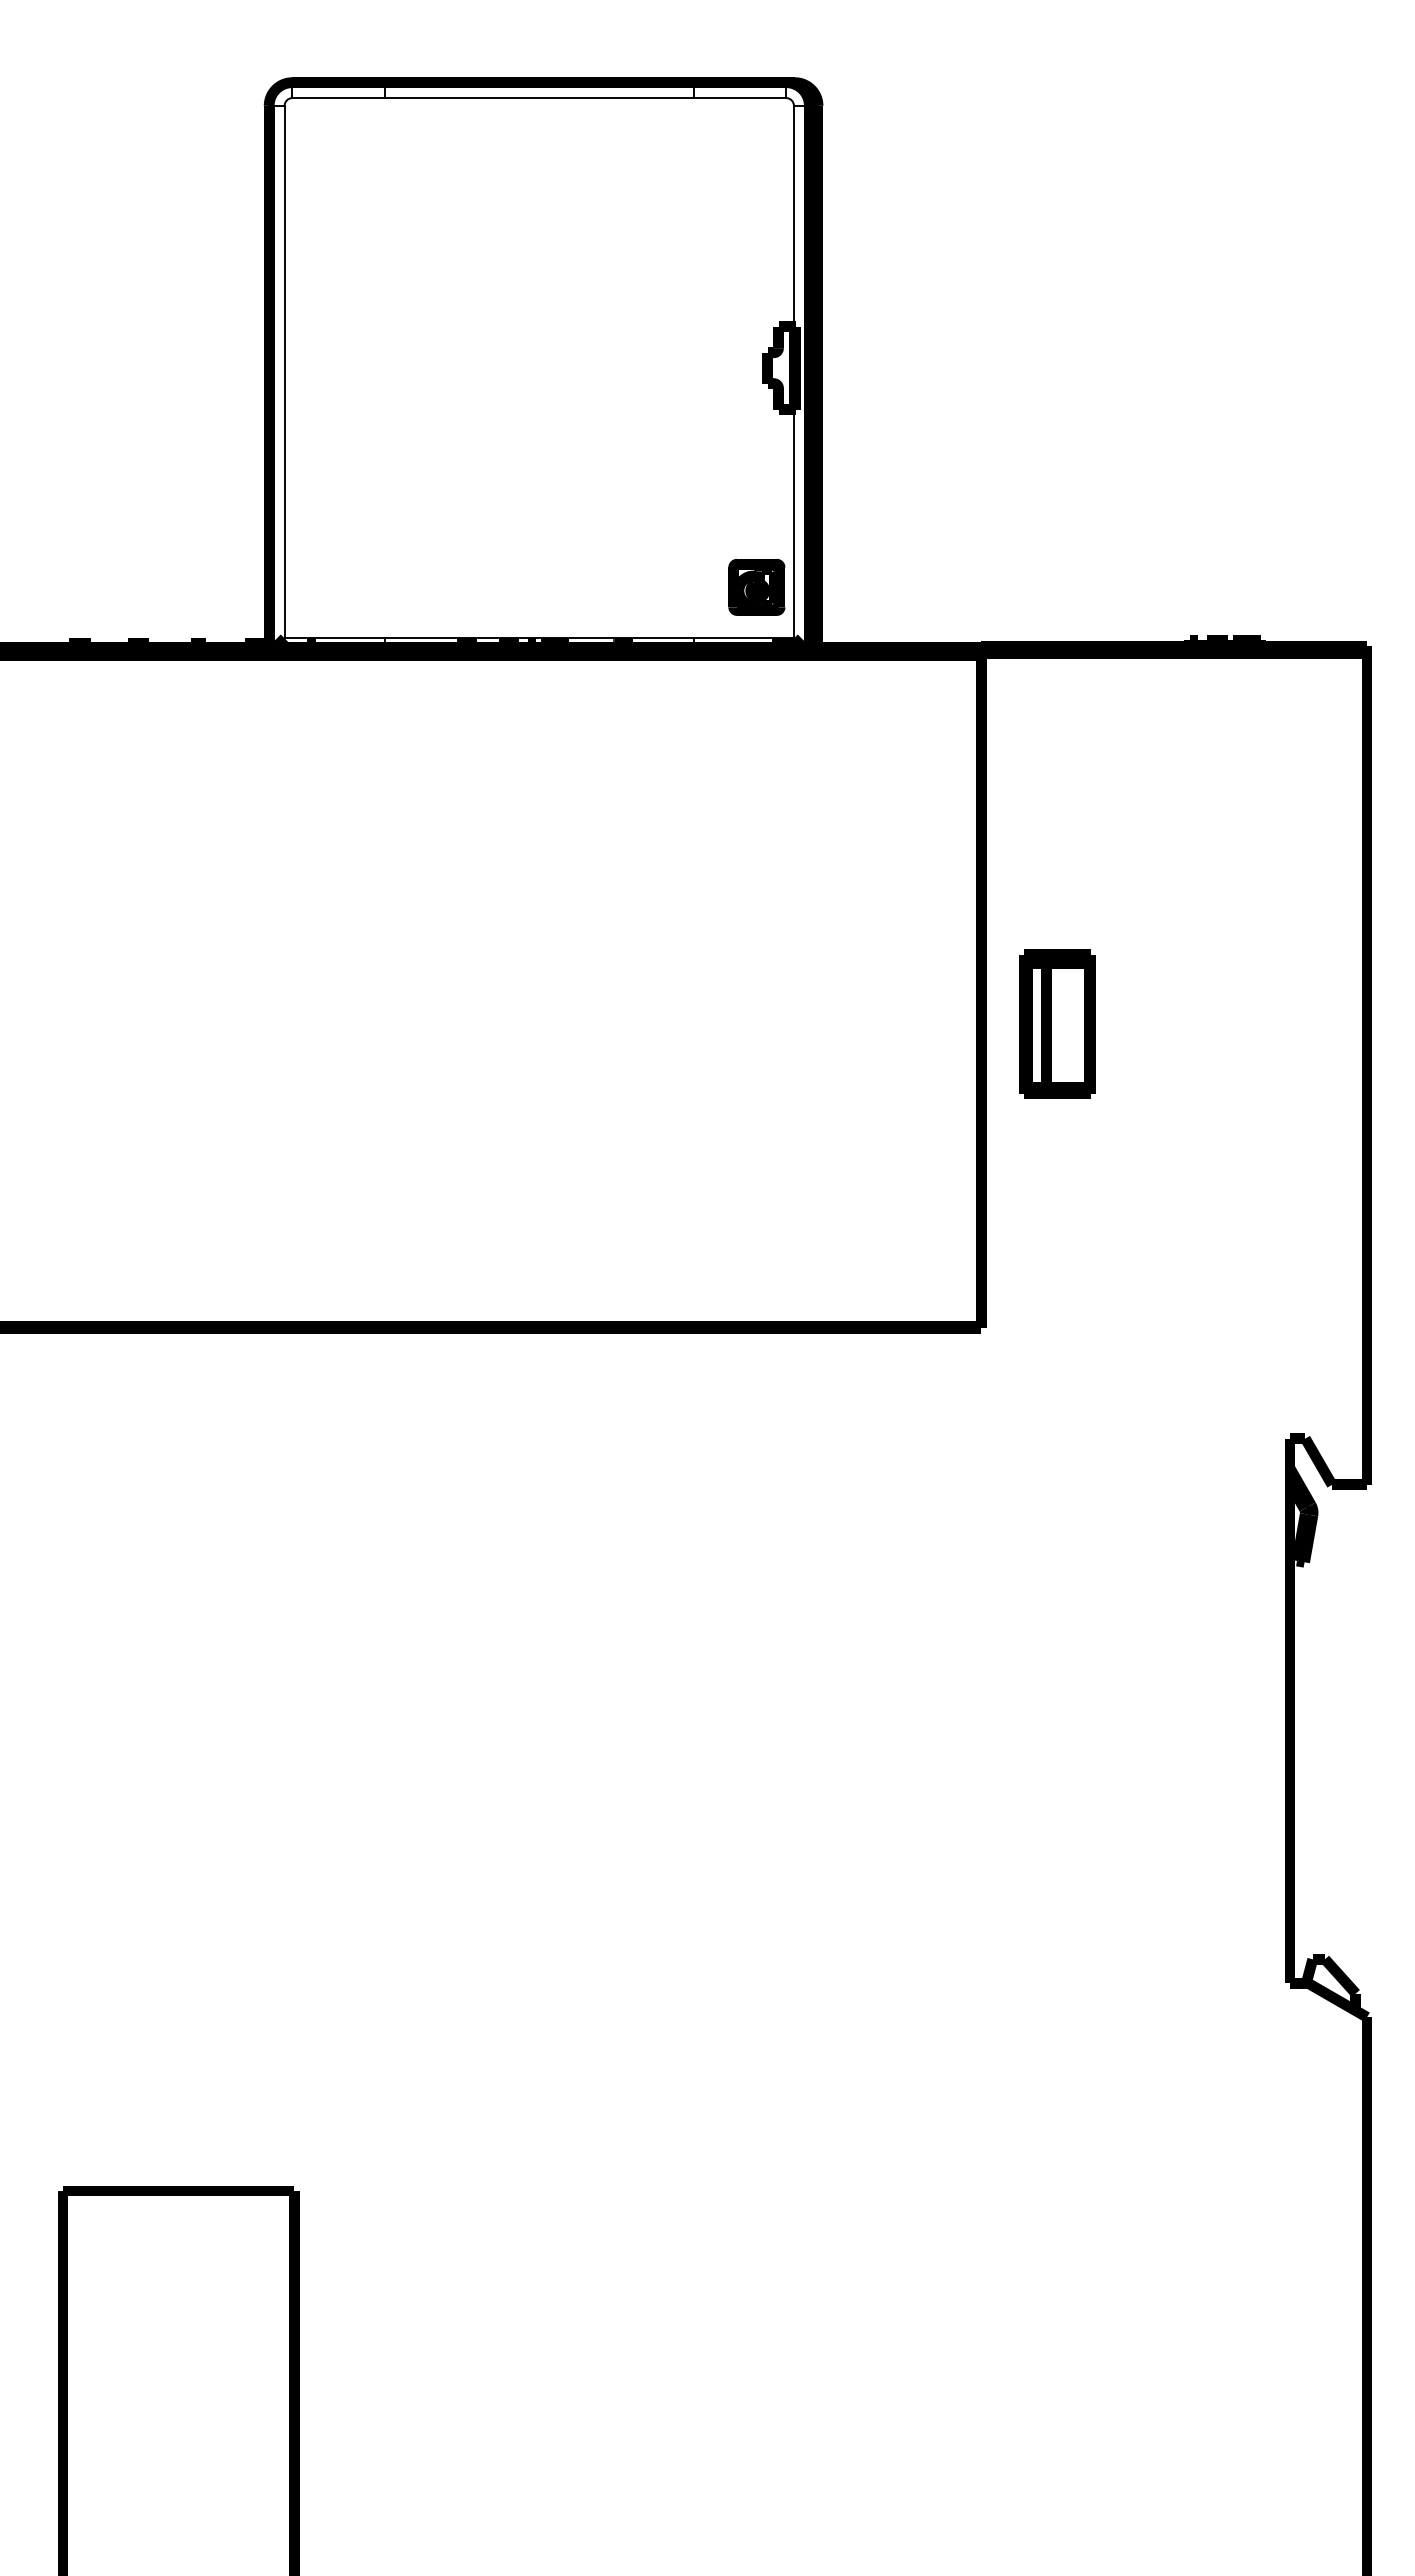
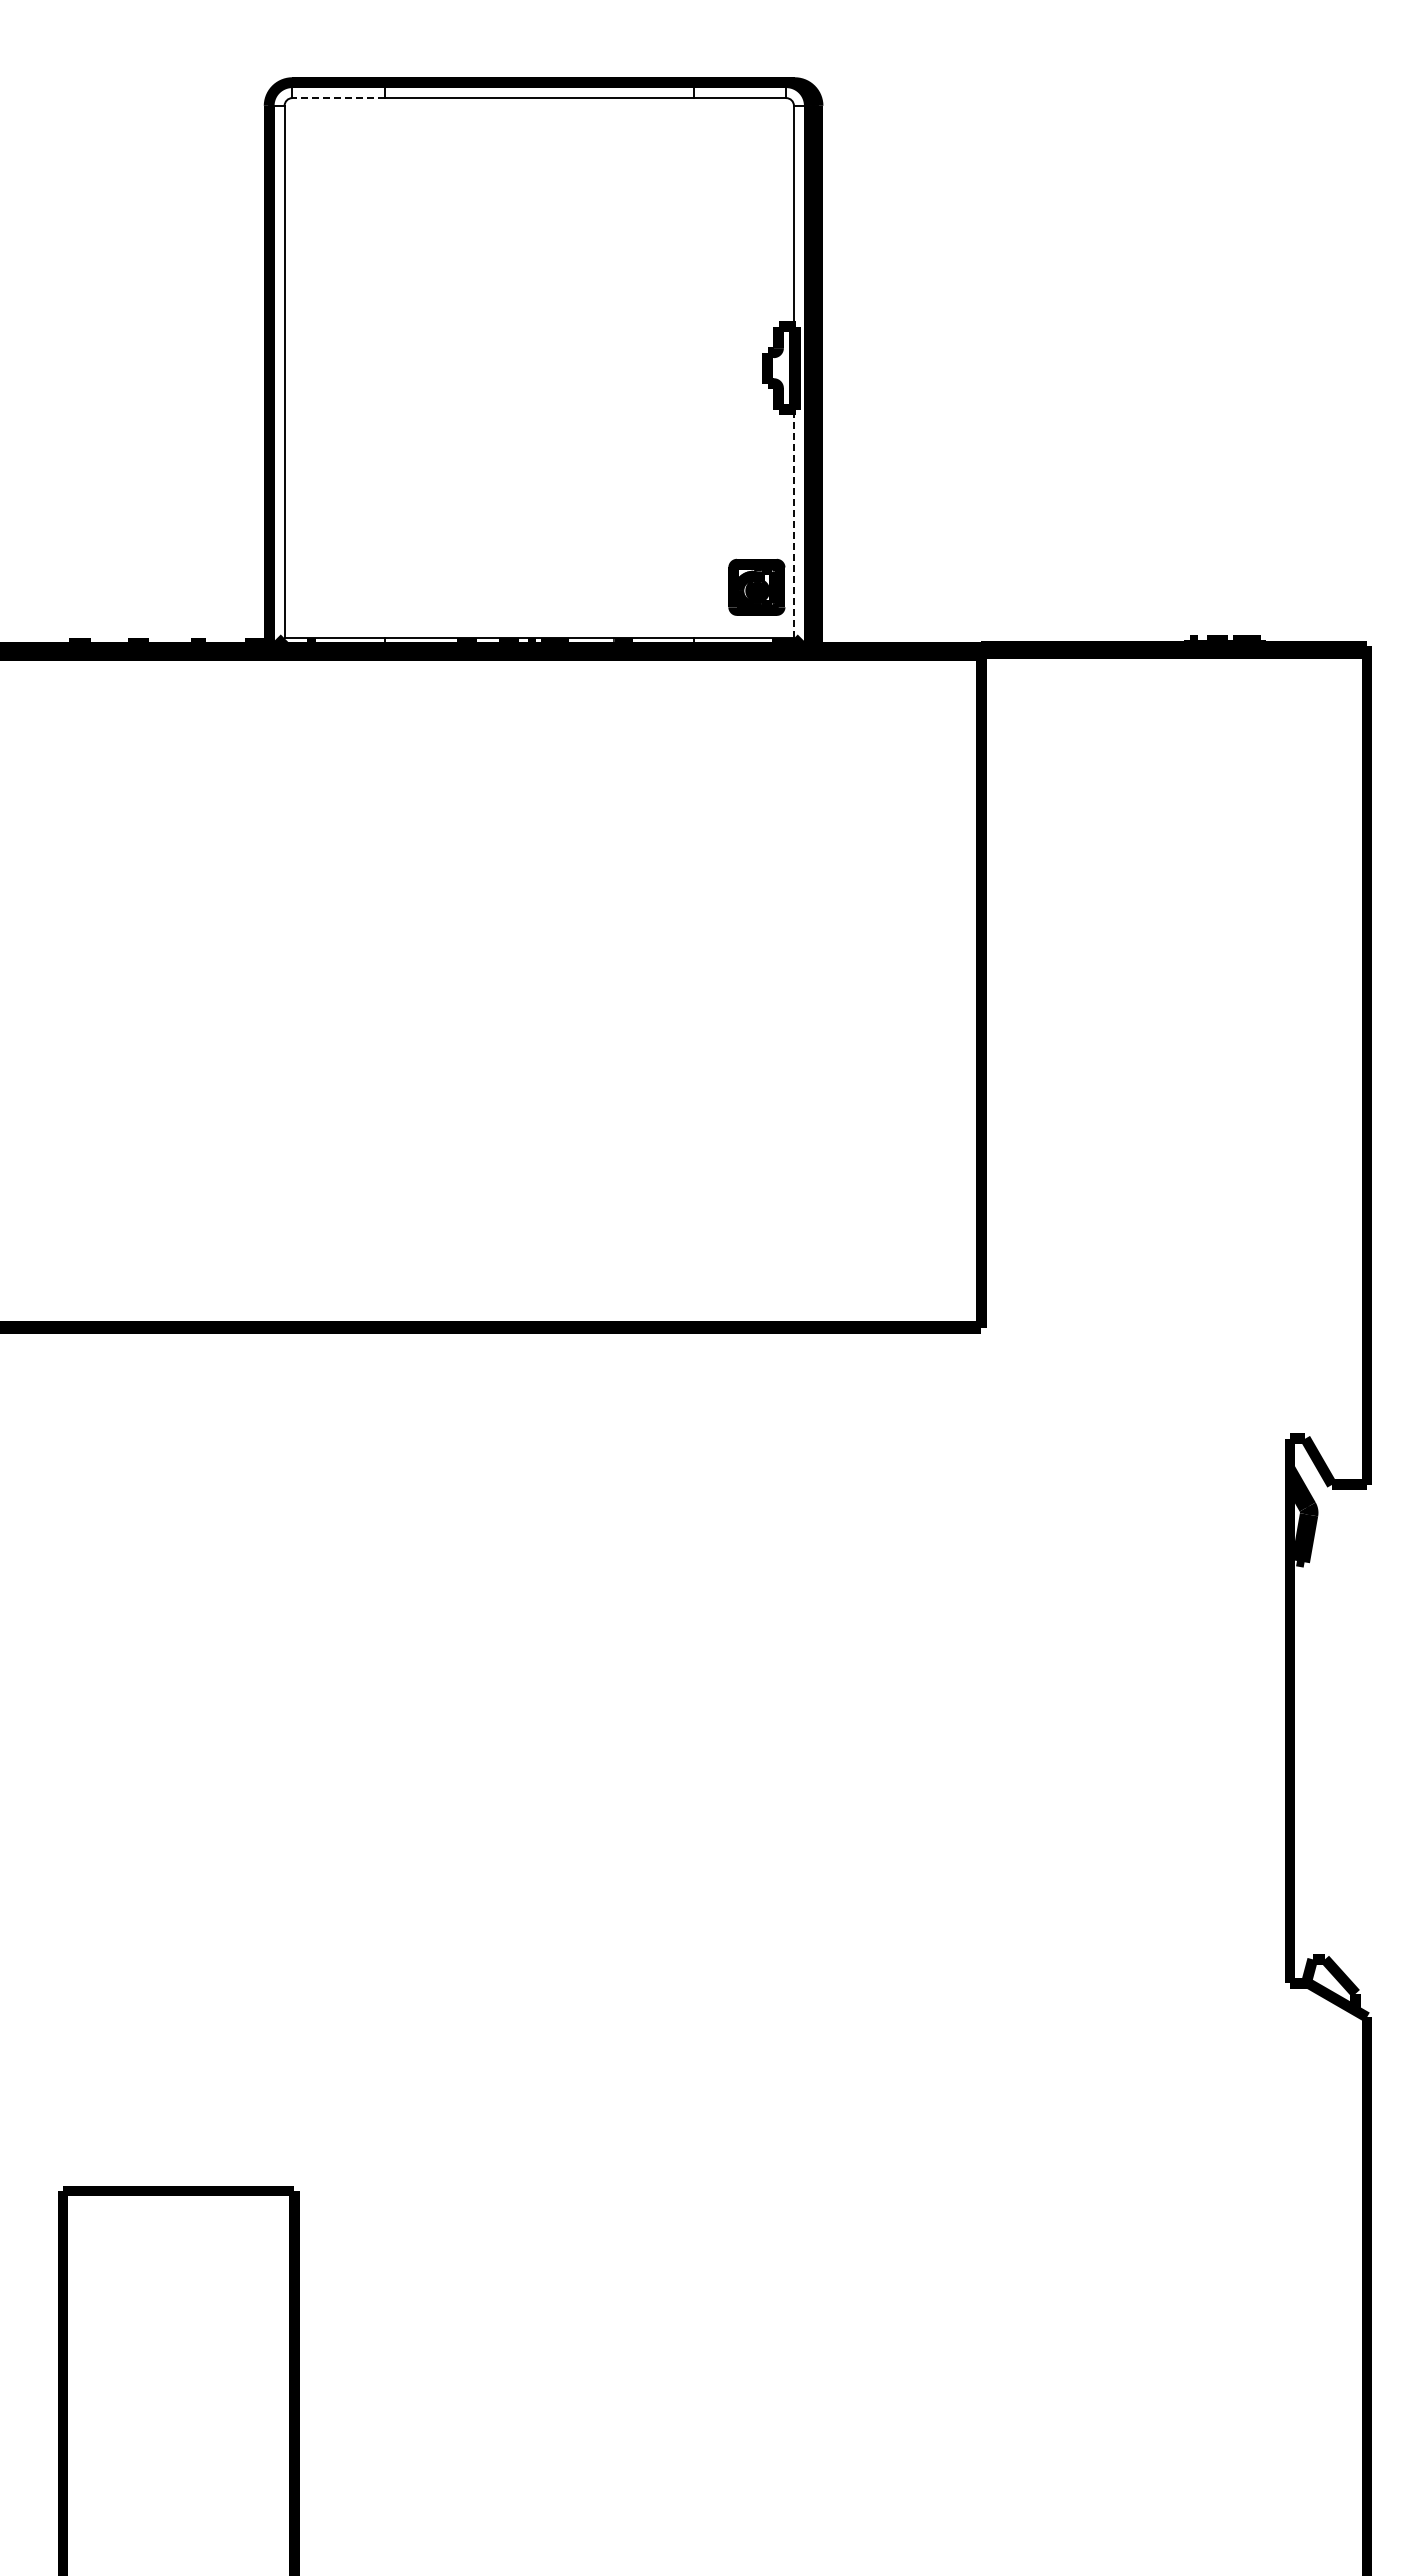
line at (338, 98): solid -> dashed
line at (793, 523): solid -> dashed
part at (1057, 1023): present -> none
